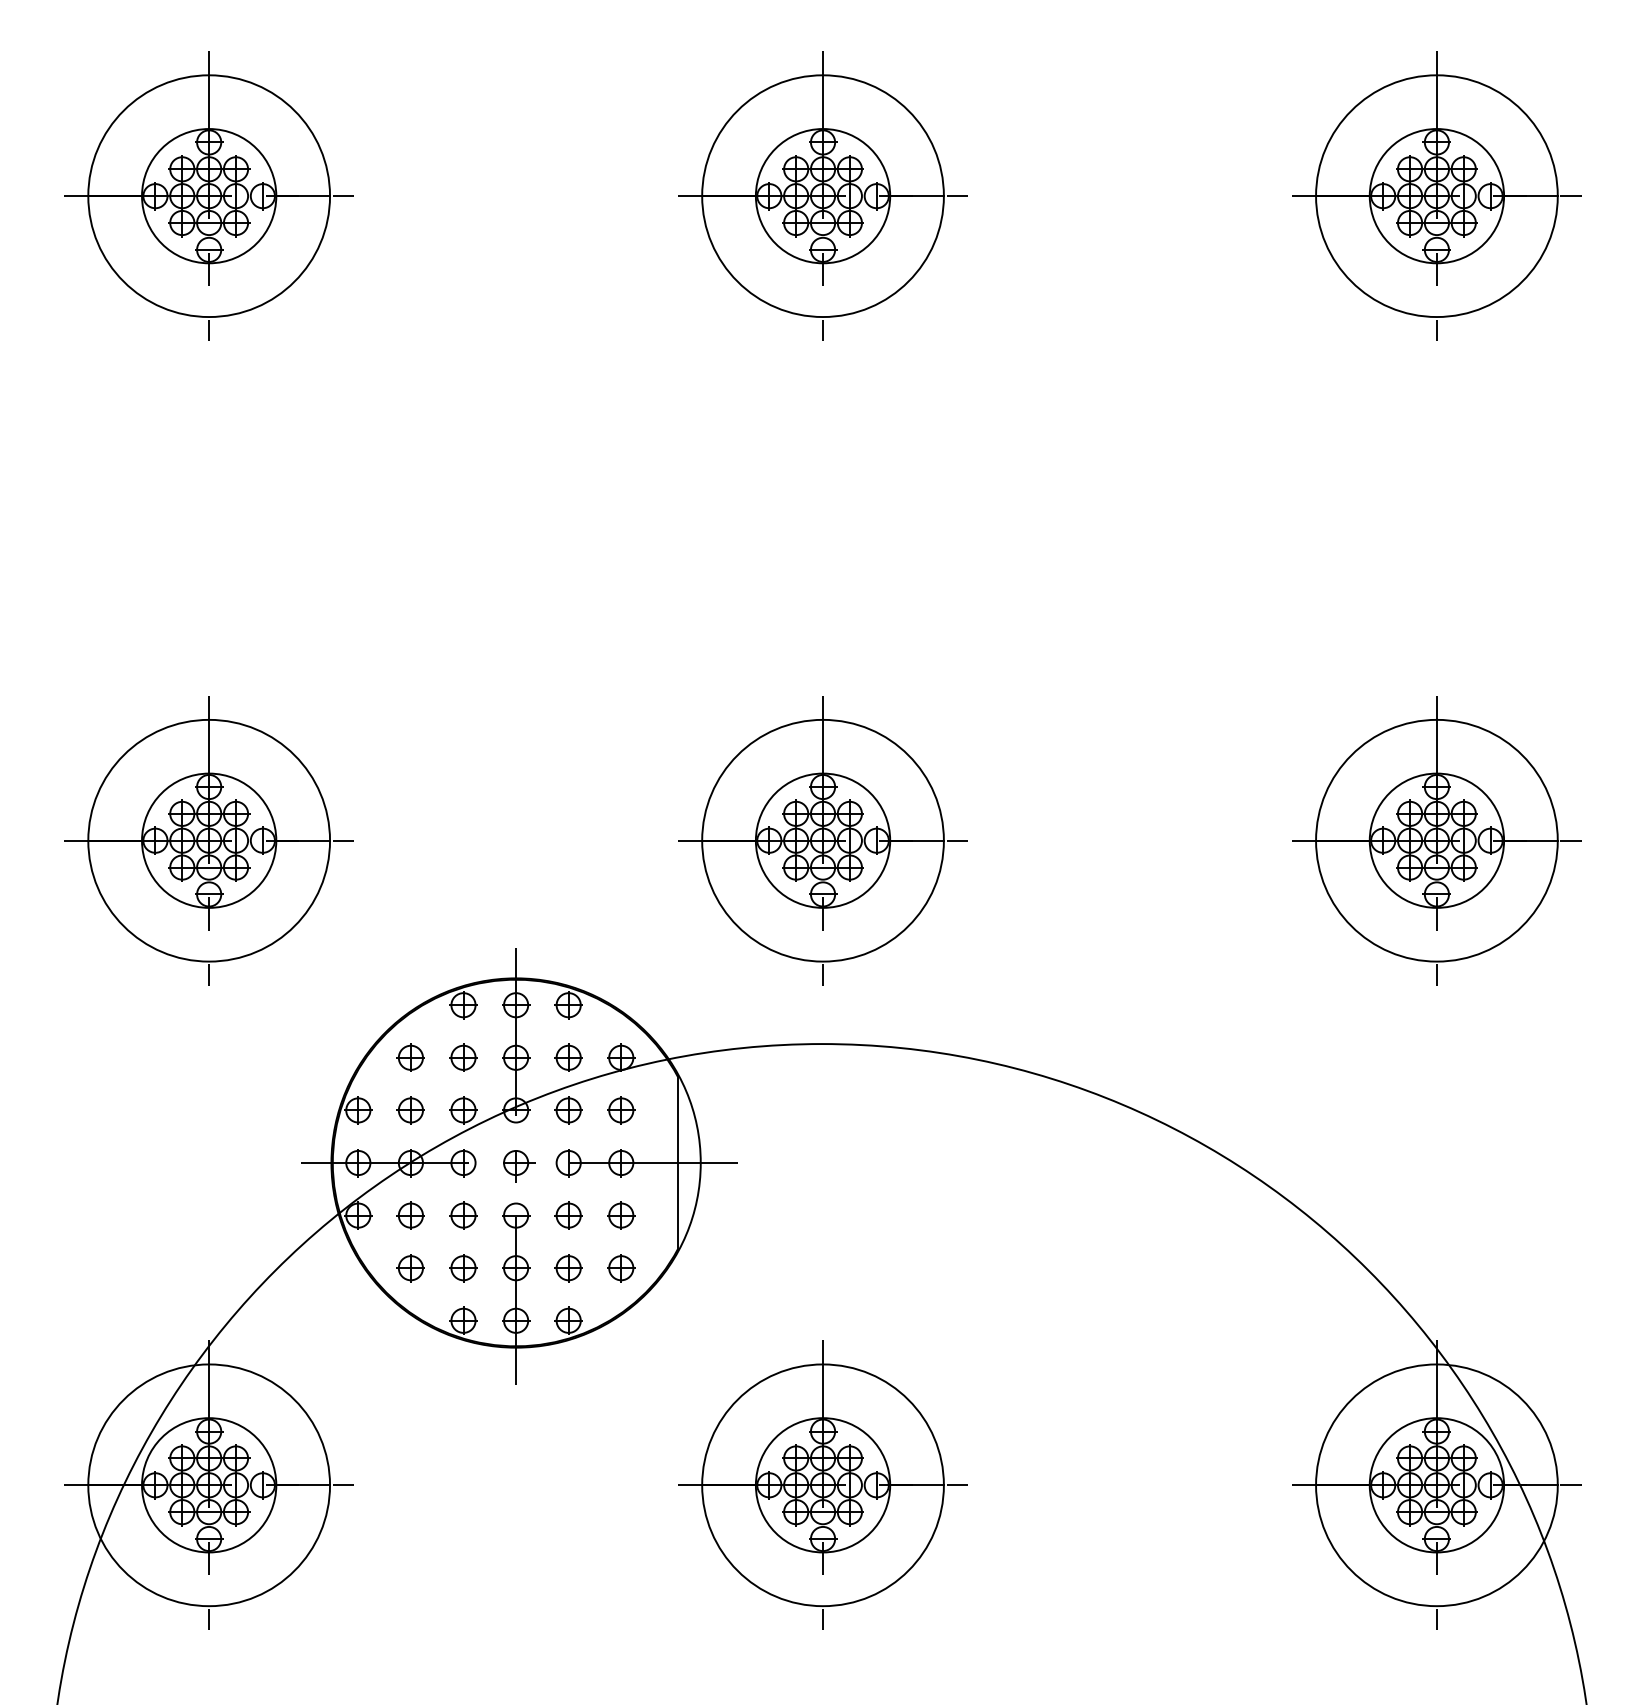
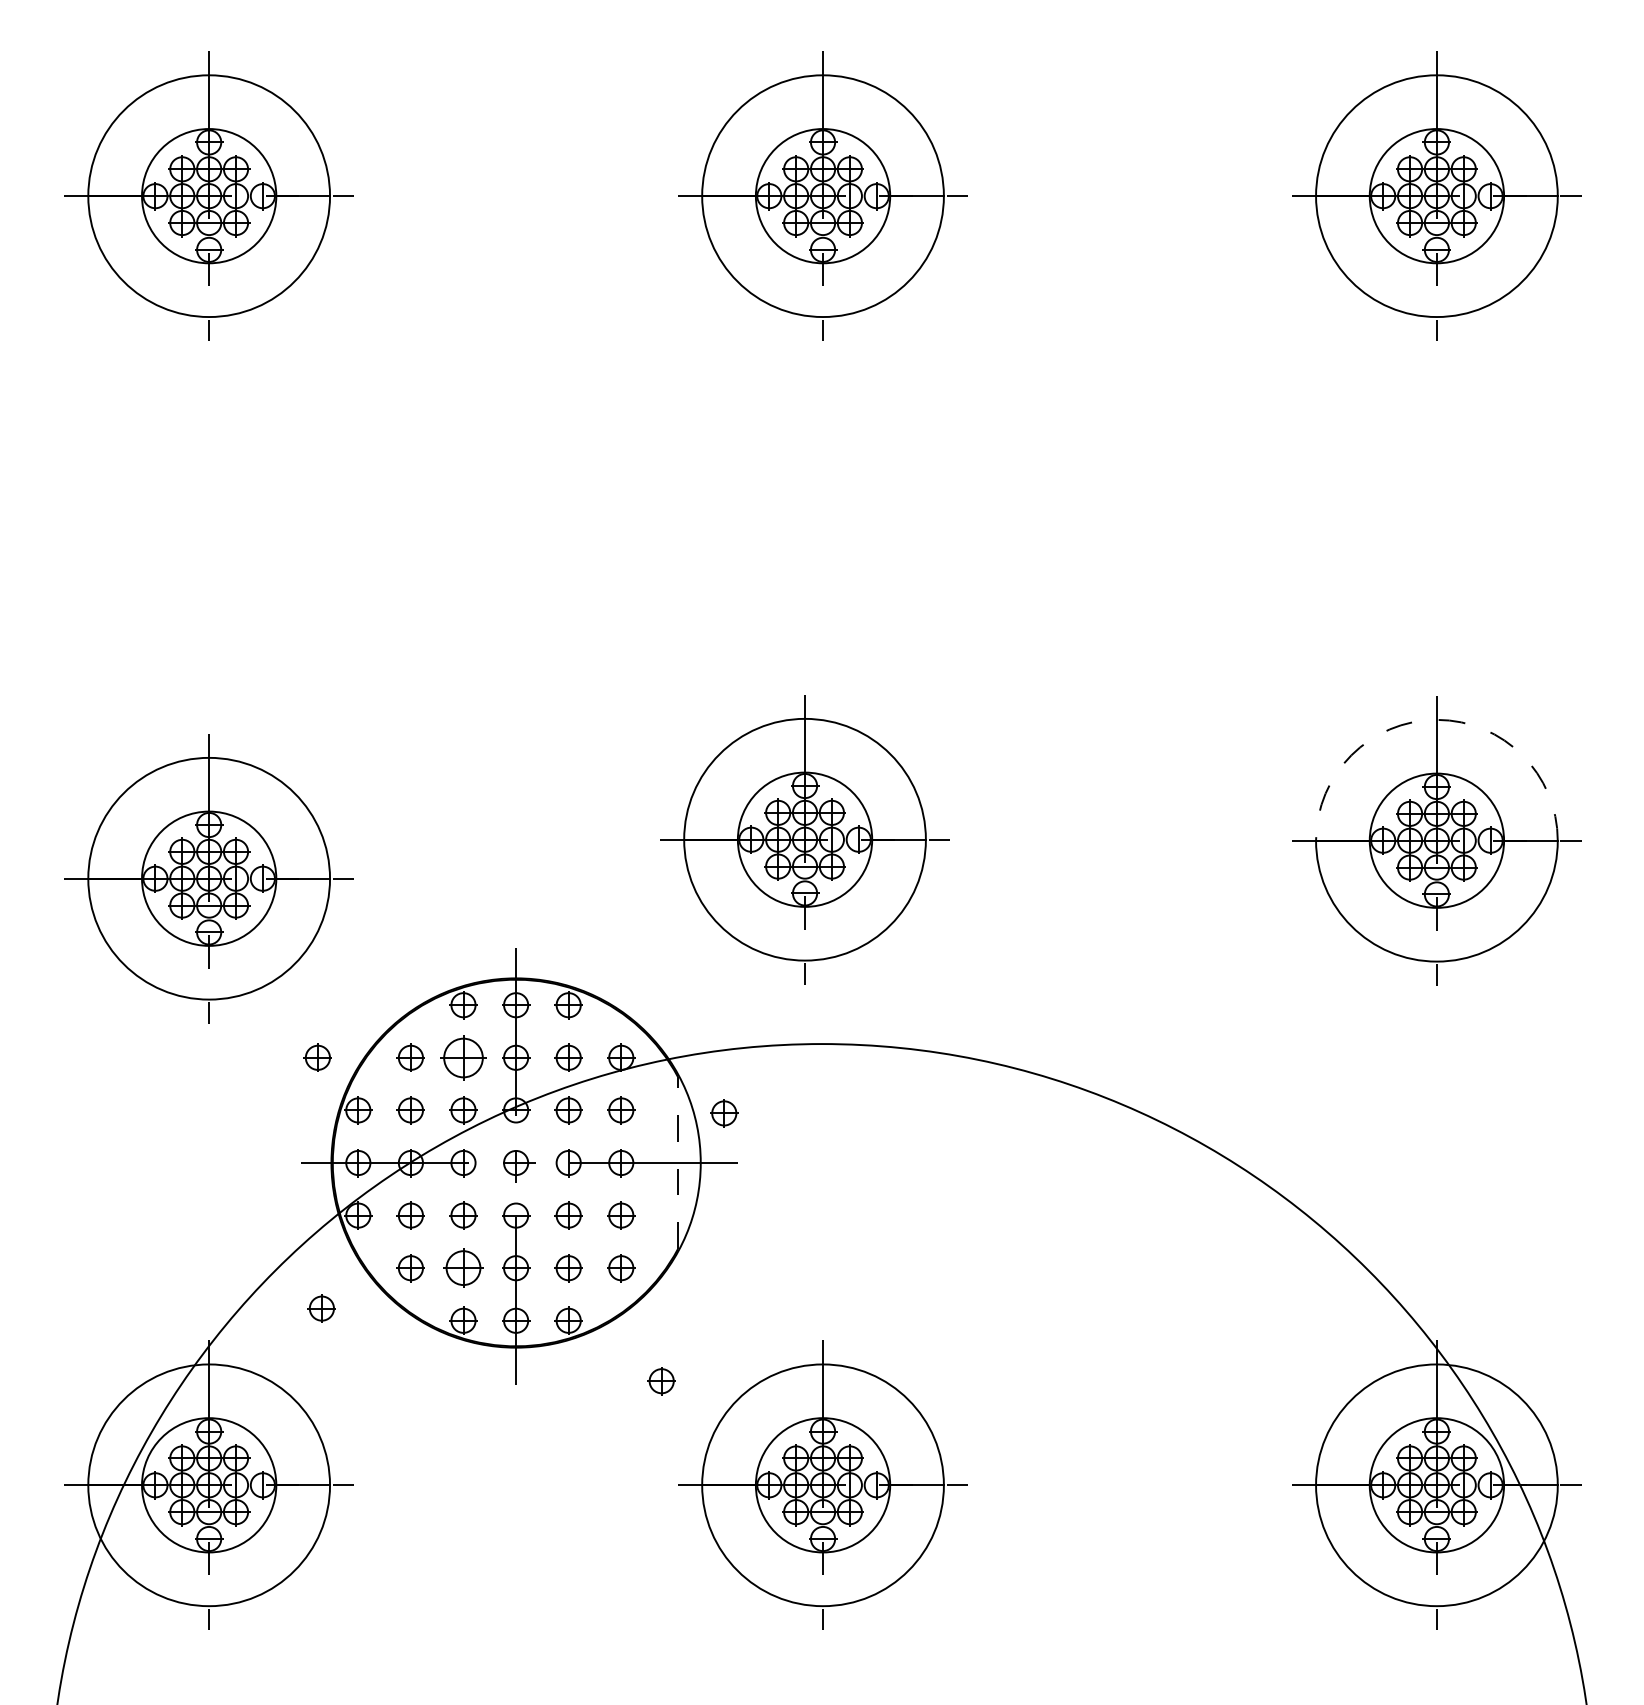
arc at (1436, 719): solid -> dashed
part at (208, 840) position: (208, 840) -> (208, 878)
part at (822, 840) position: (822, 840) -> (804, 839)
part at (317, 1057): none -> present
part at (463, 1057) size: 29x29 px -> 47x46 px
part at (724, 1113): none -> present
line at (677, 1162): solid -> dashed
part at (463, 1268) size: 29x29 px -> 41x40 px
part at (321, 1308): none -> present
part at (661, 1381): none -> present
